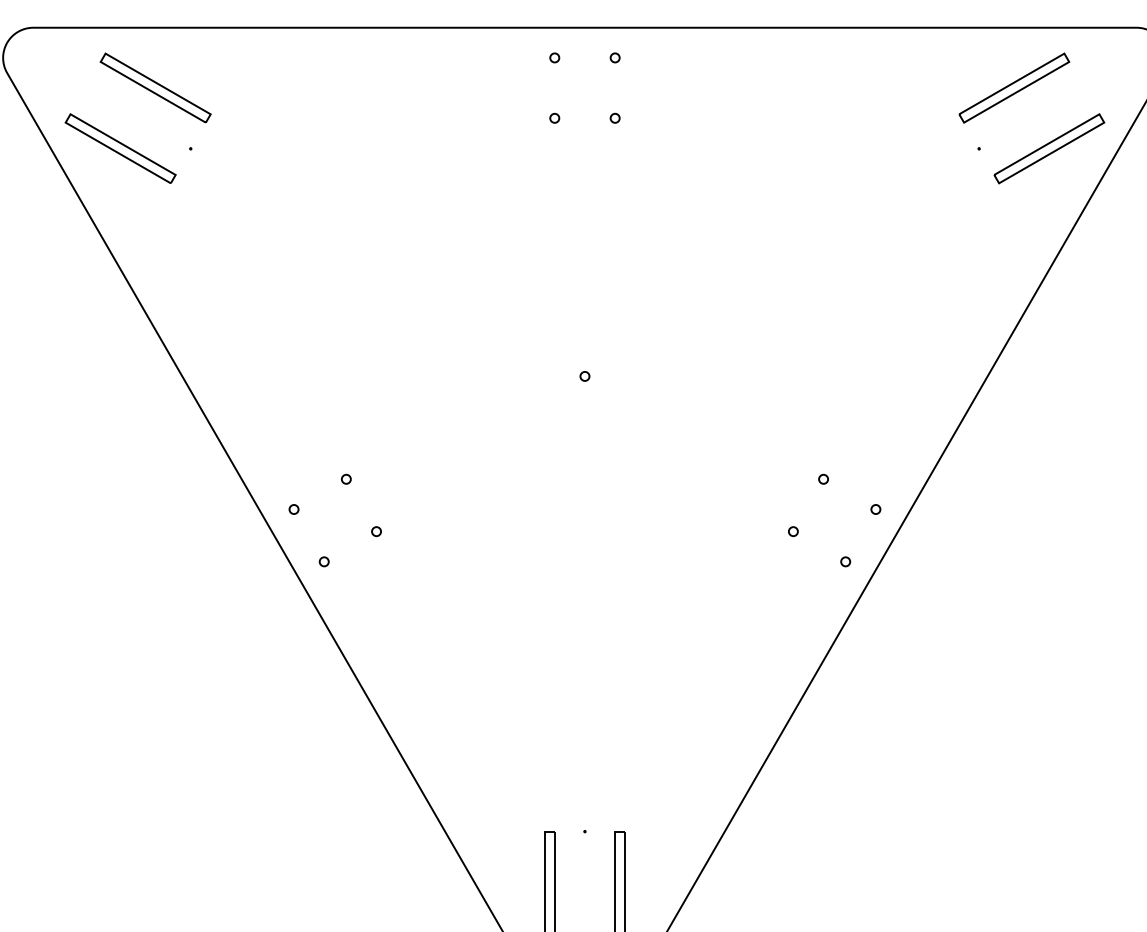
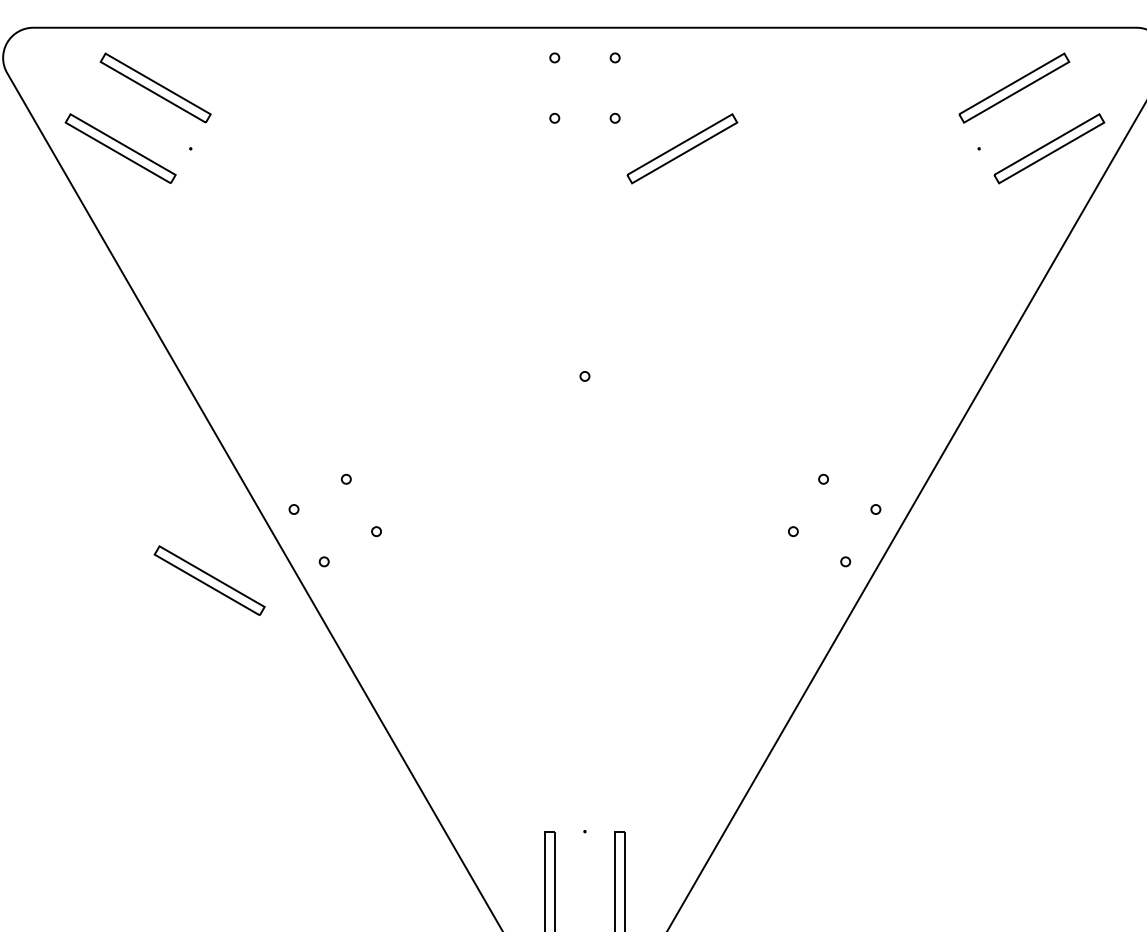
part at (682, 148): none -> present
part at (209, 580): none -> present
